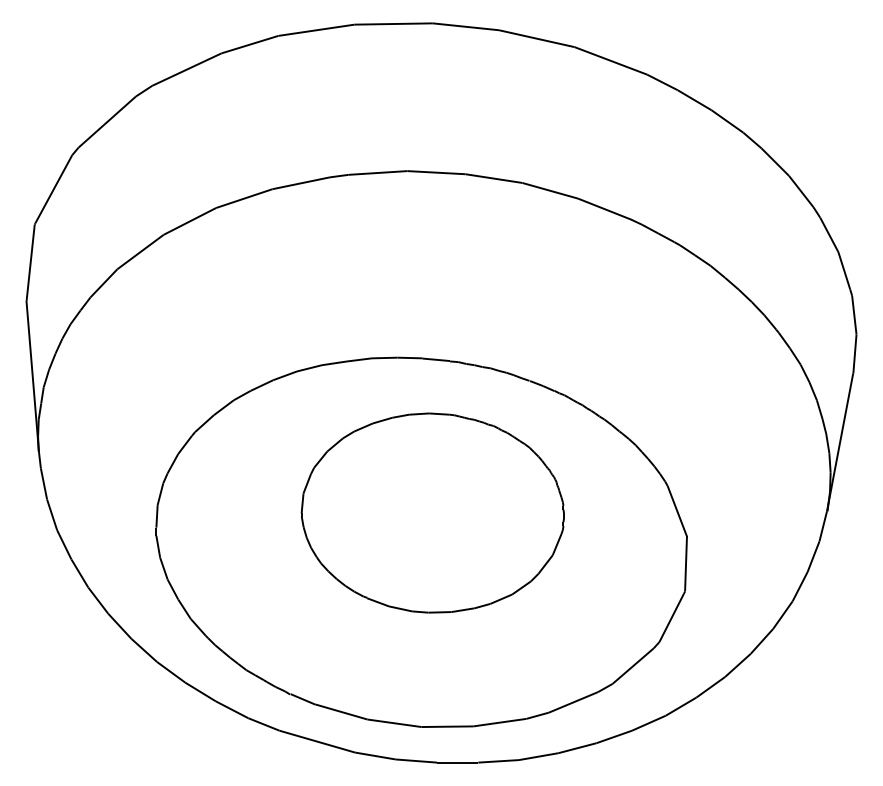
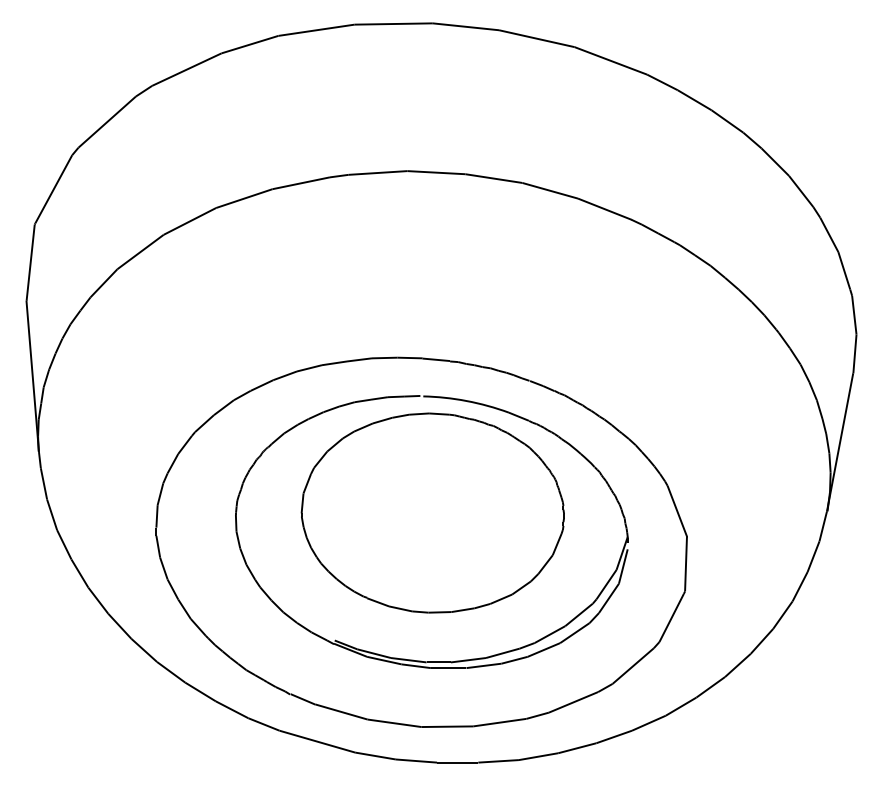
part at (413, 659): none -> present
